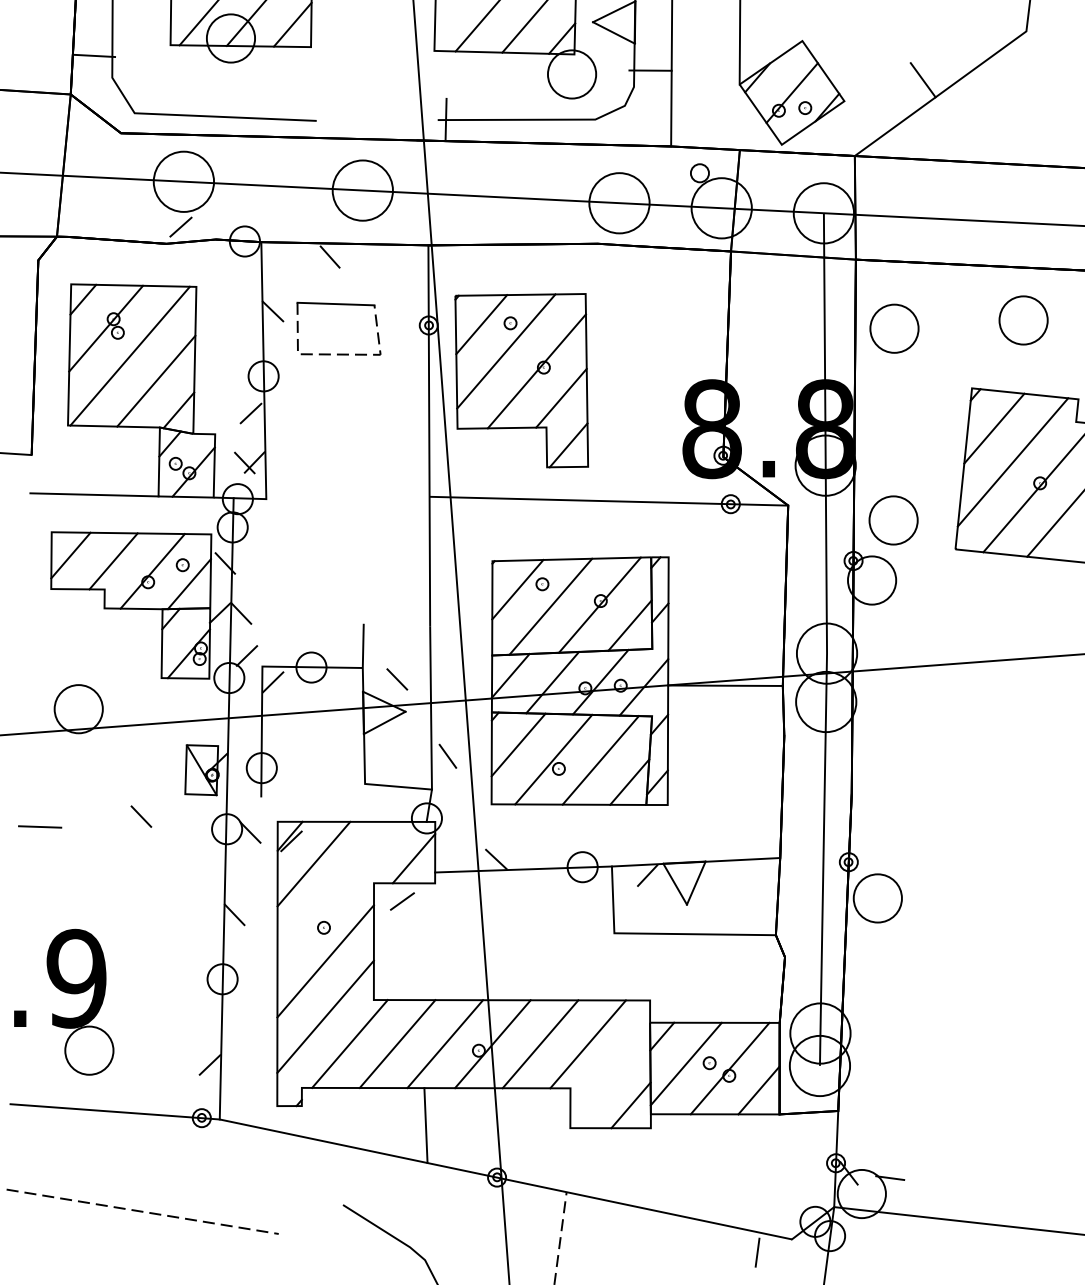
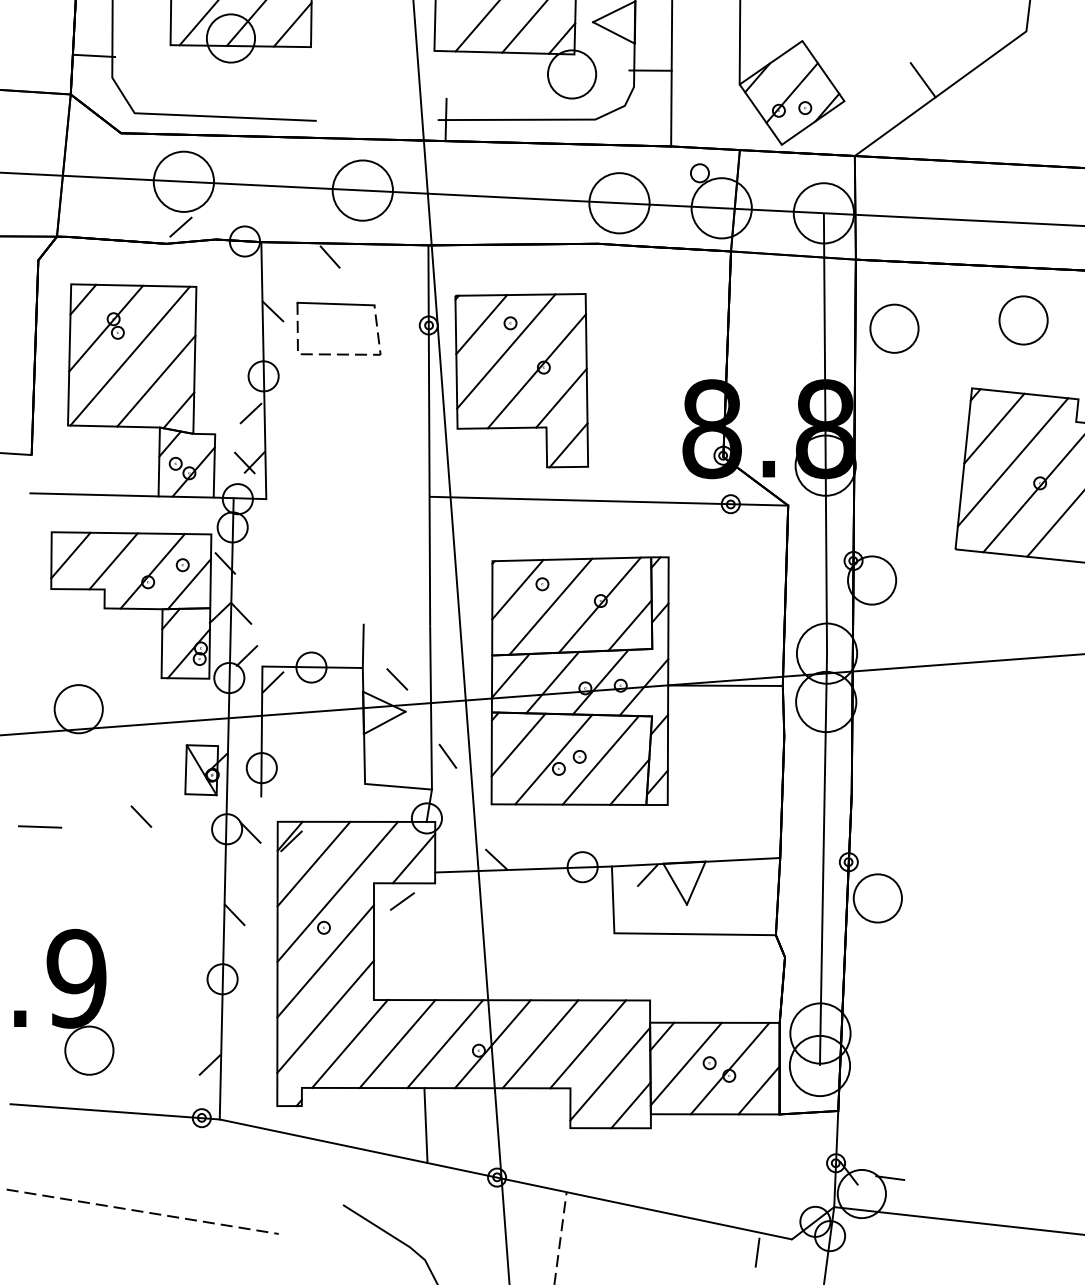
part at (893, 520): present -> none
part at (579, 756): none -> present
line at (337, 891): none -> present
line at (610, 1073): none -> present
